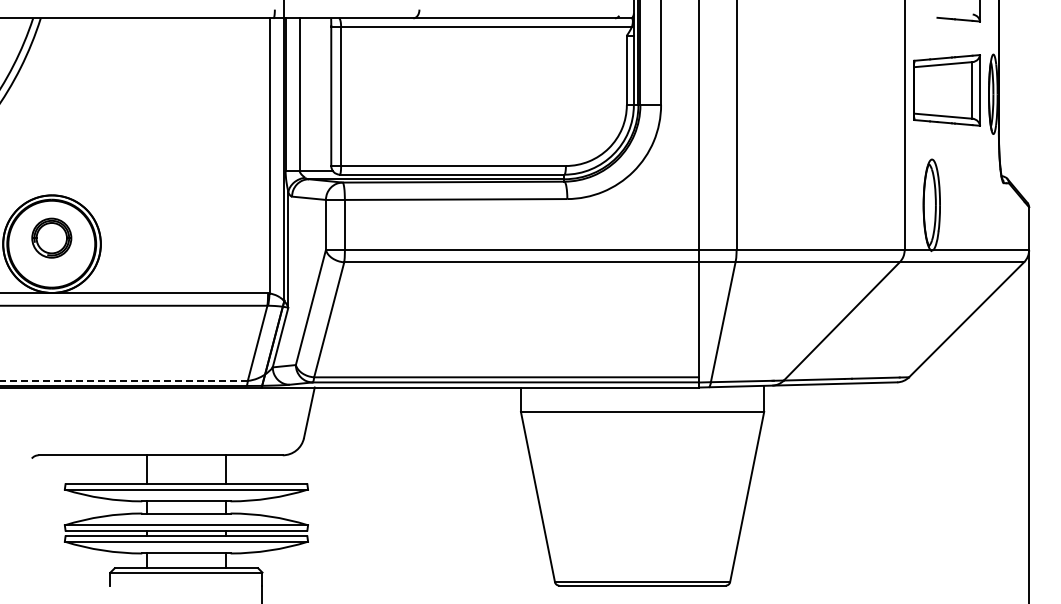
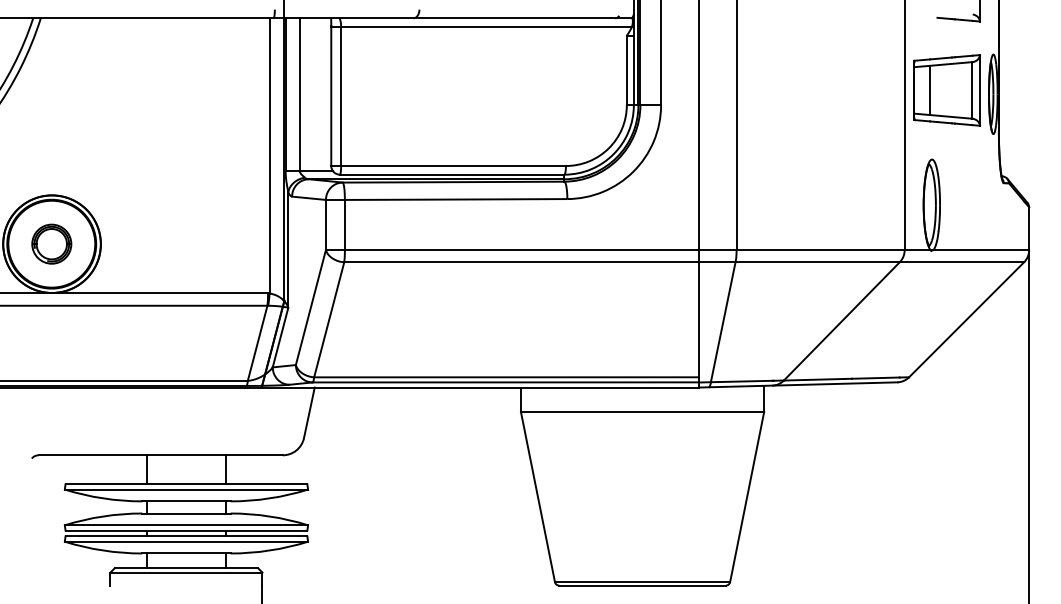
line at (930, 90): none -> present
part at (51, 237) position: (51, 237) -> (51, 243)
line at (123, 380): dashed -> solid
